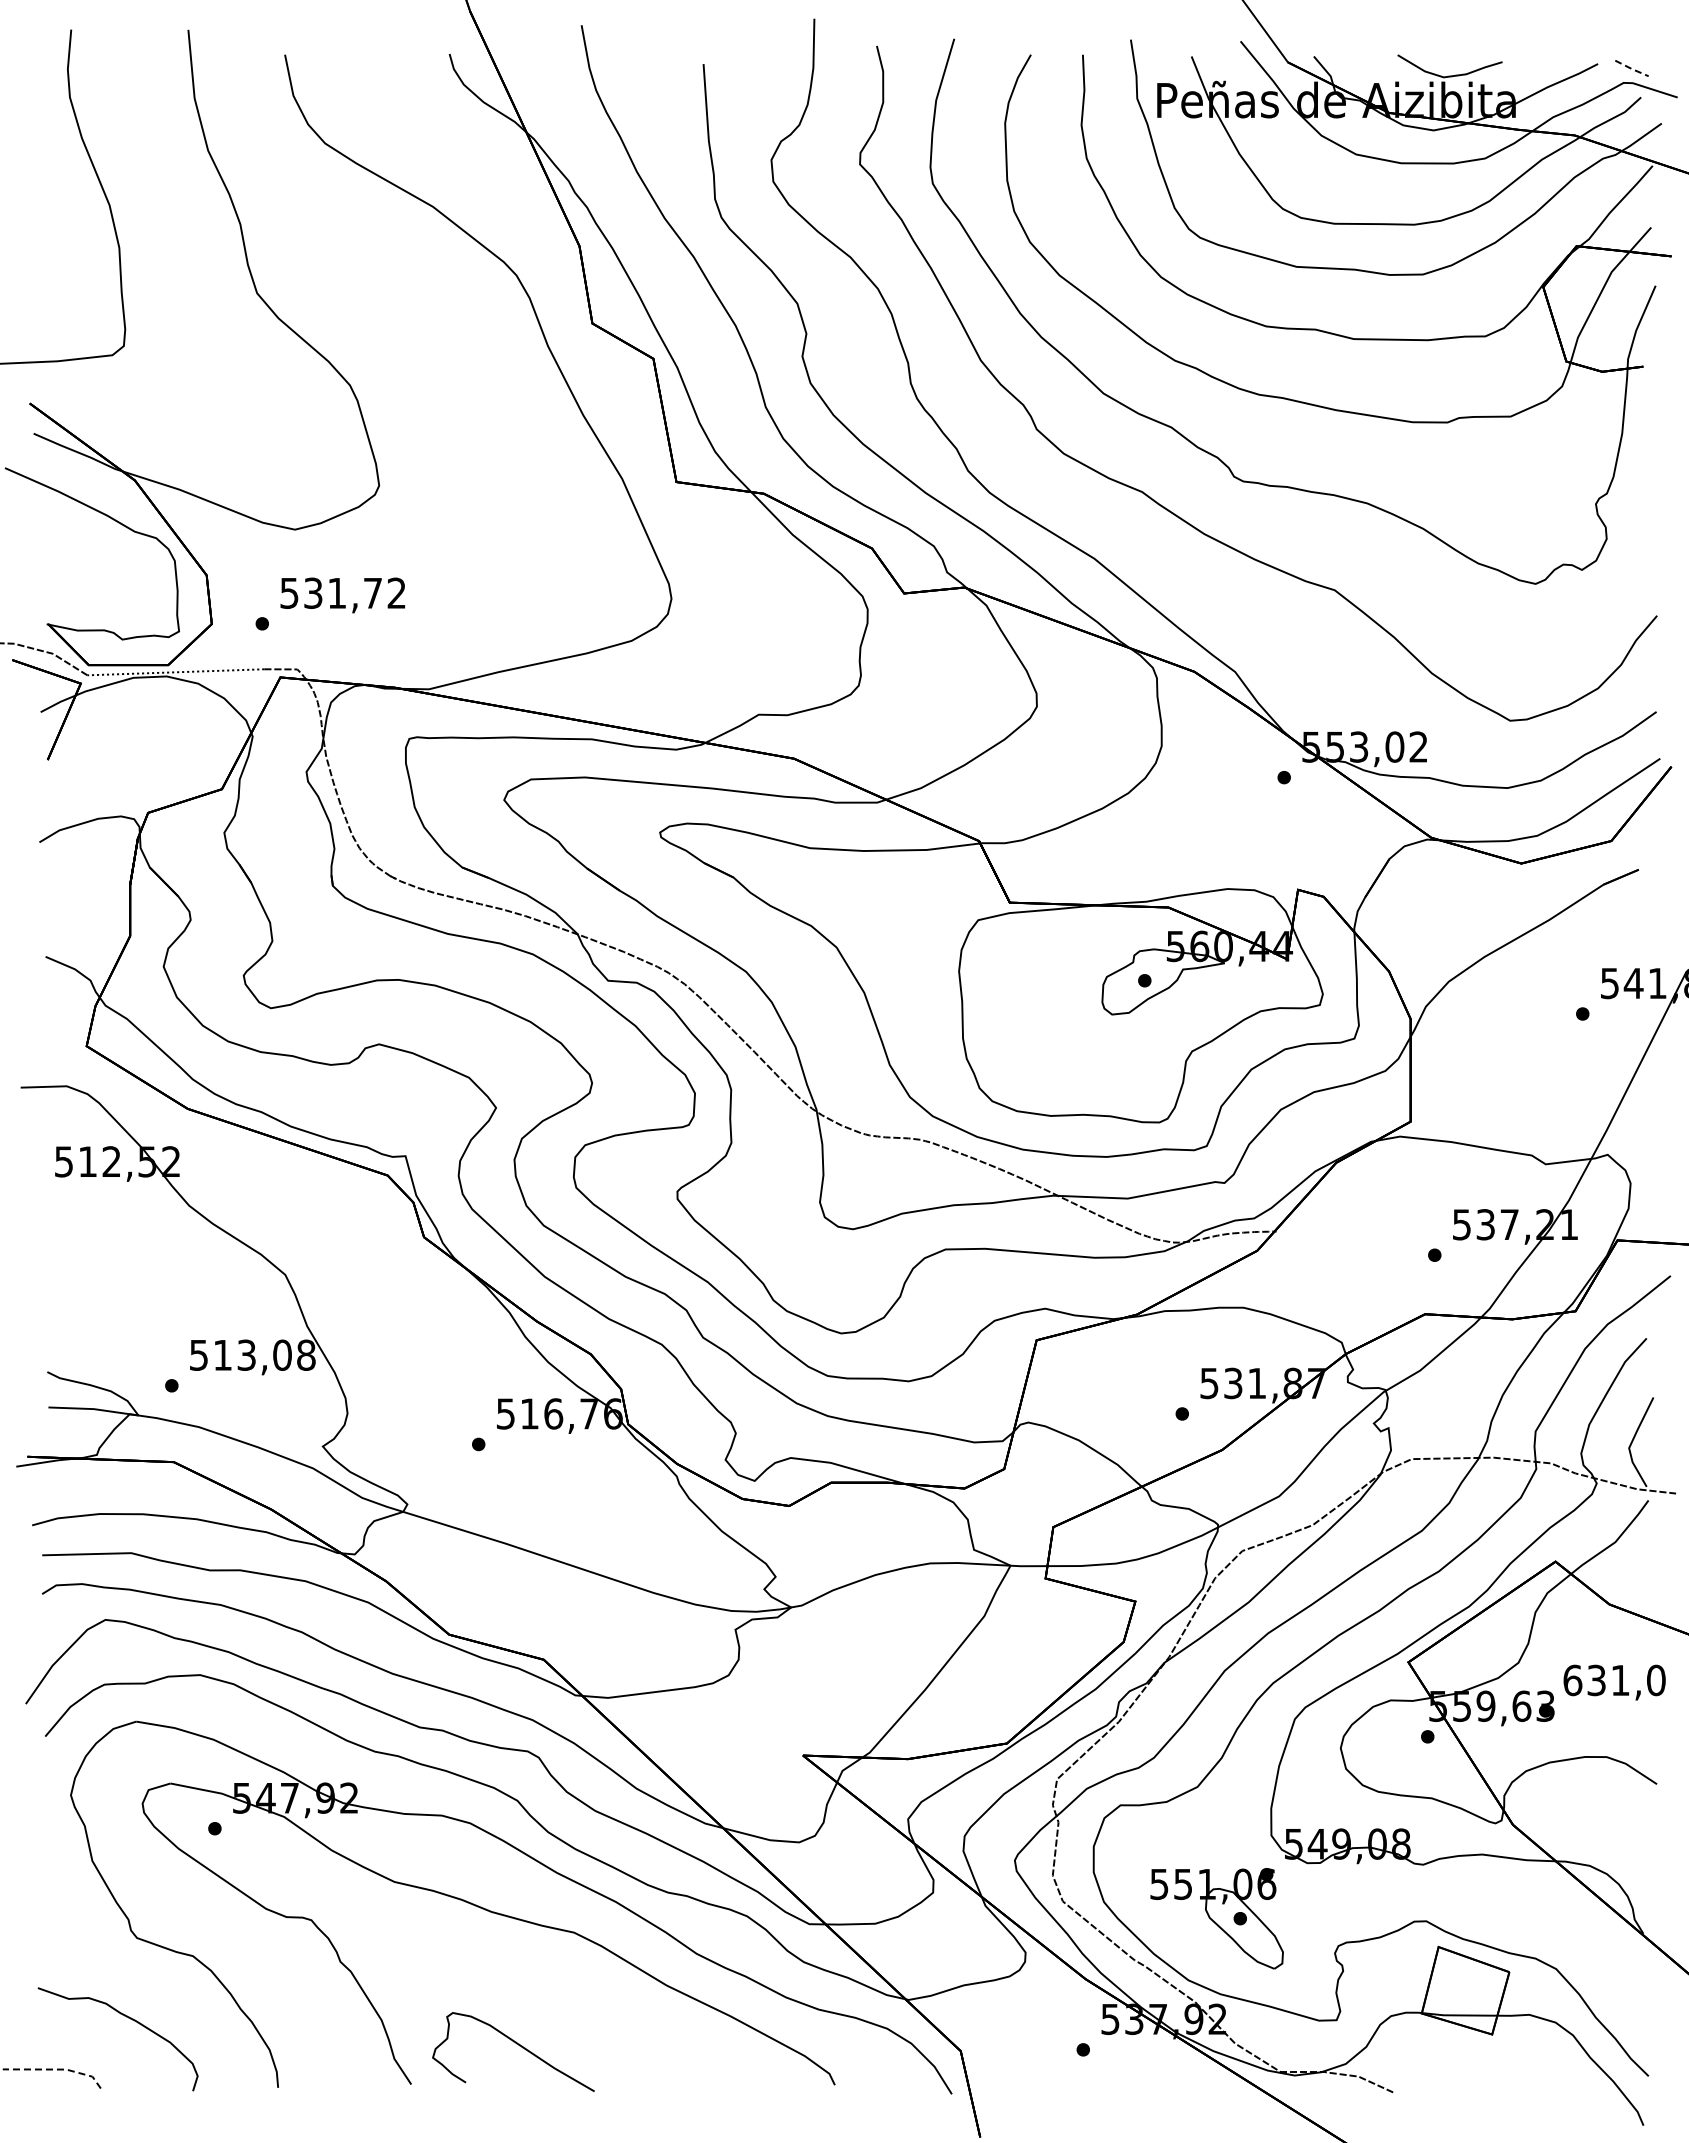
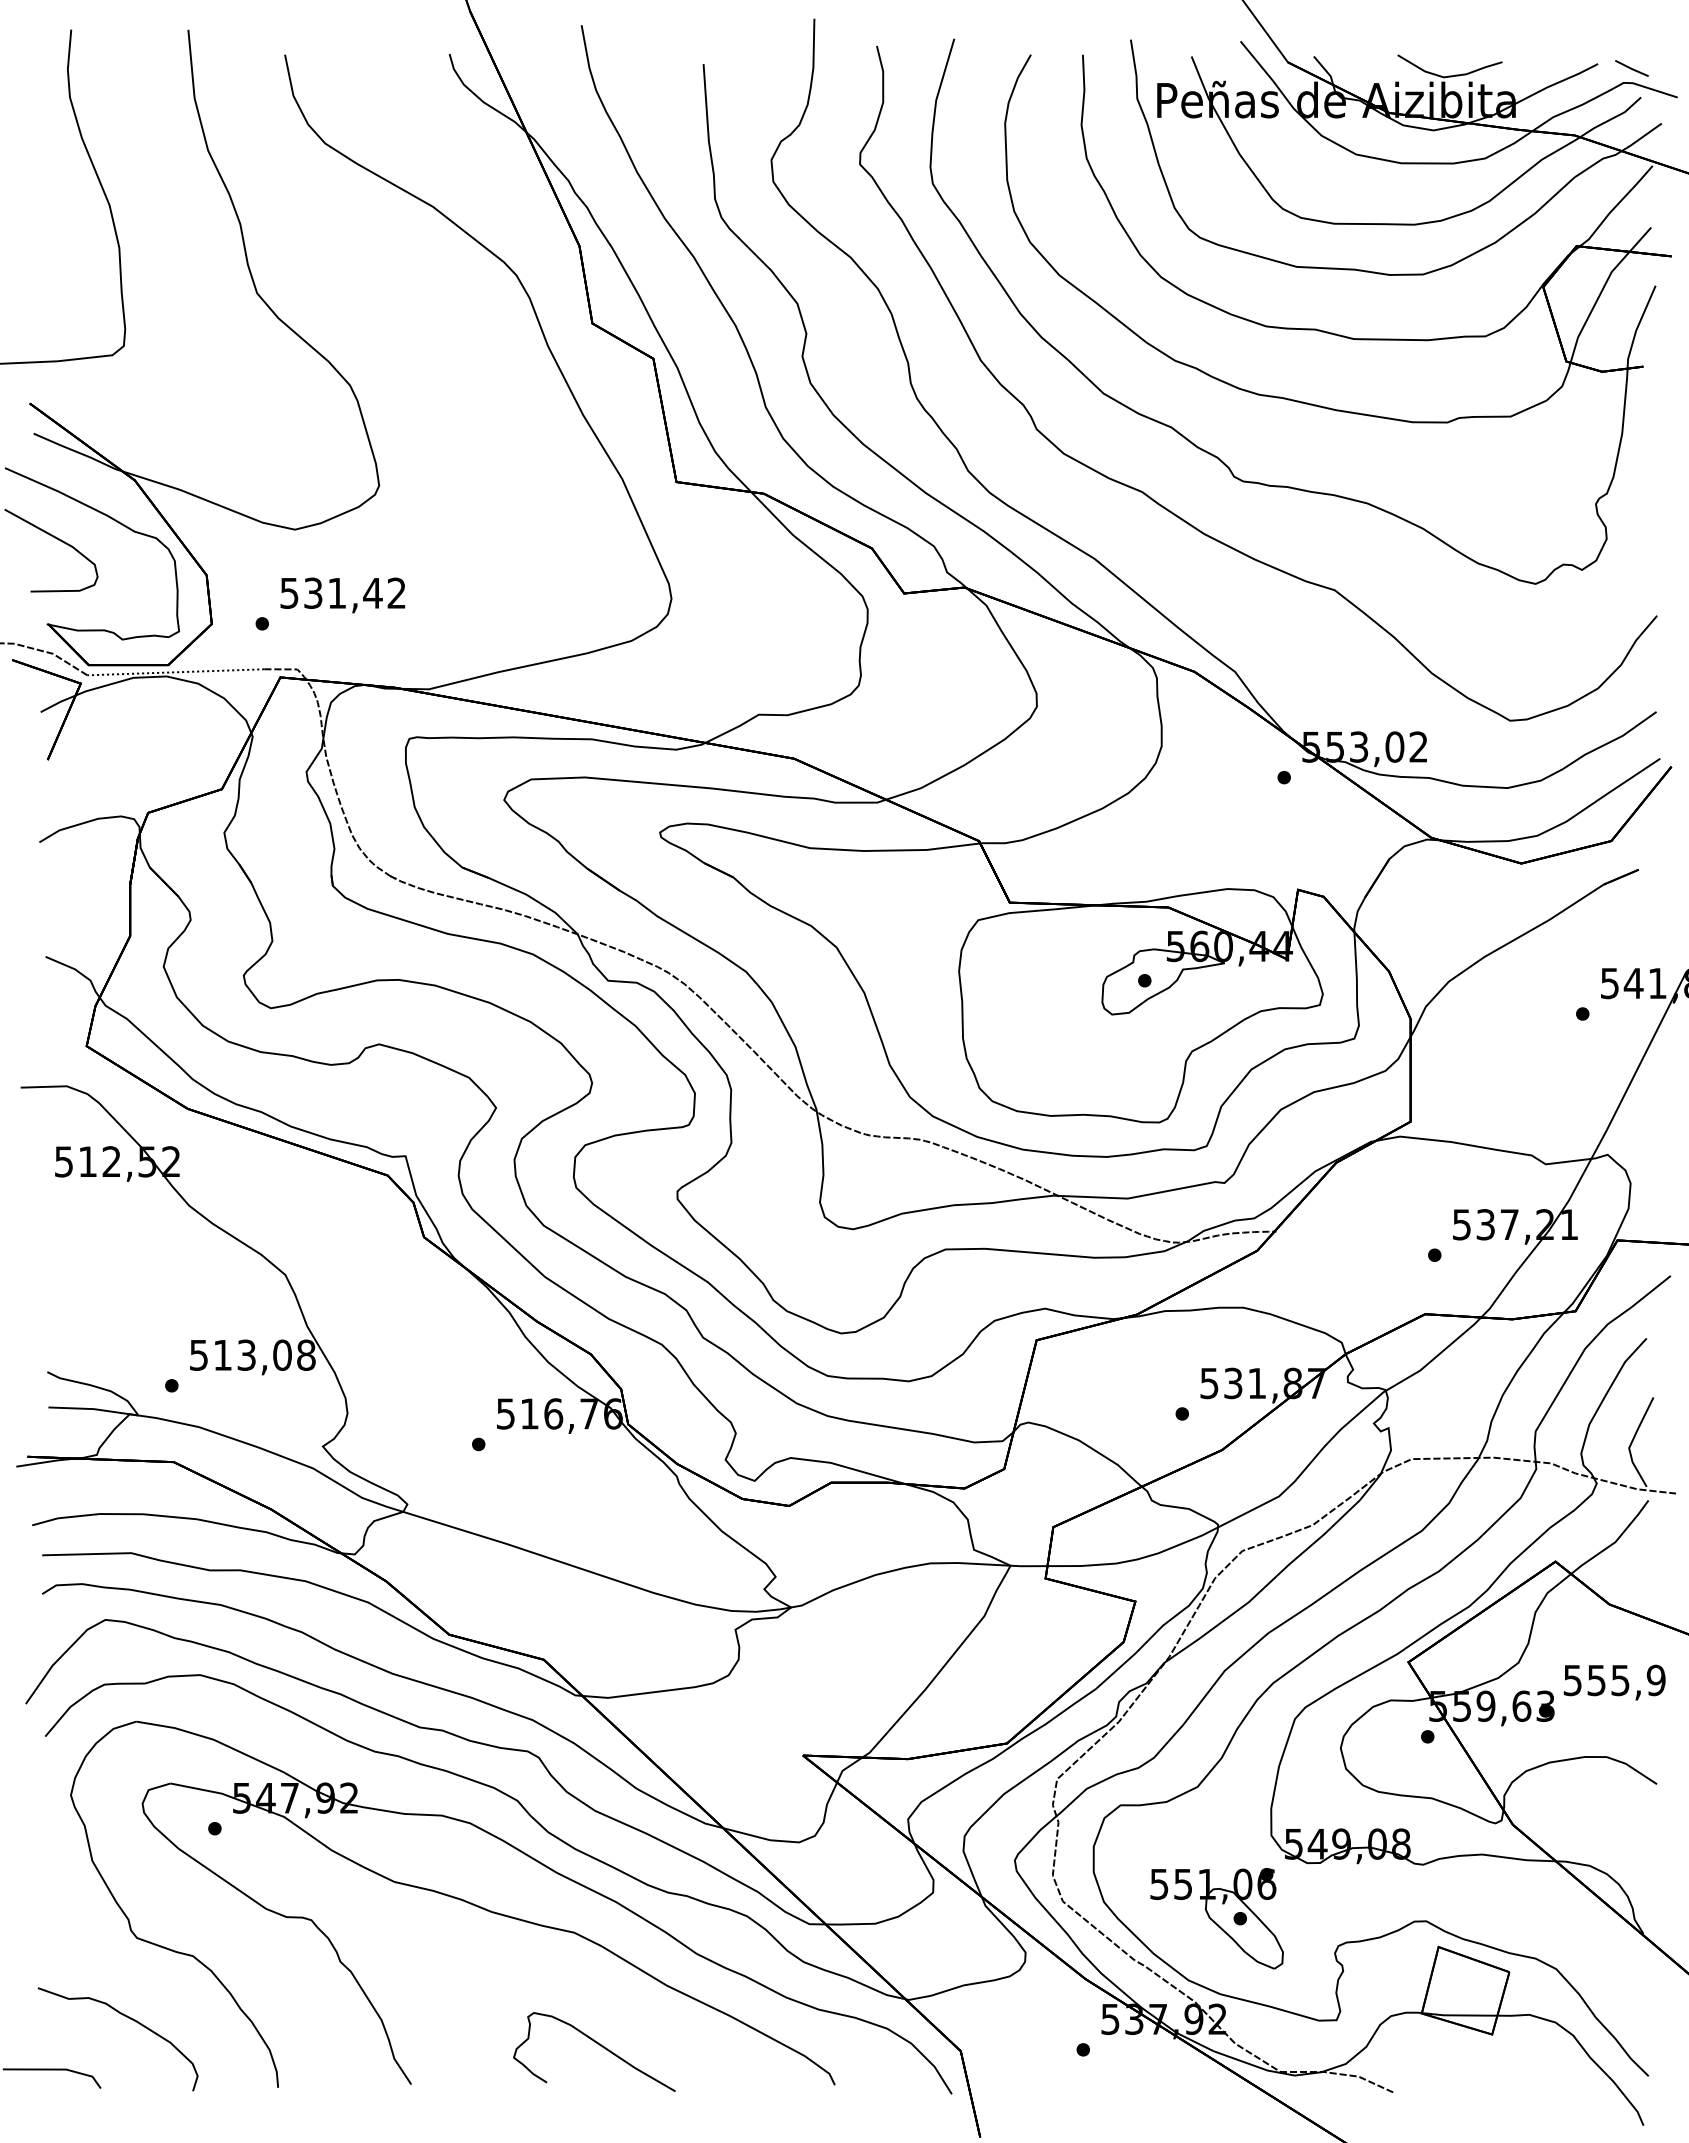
line at (1632, 69): dashed -> solid
curve at (56, 539): none -> present
text at (372, 593): 531,72 -> 531,42
text at (1614, 1680): 631,0 -> 555,9
curve at (516, 2044) position: (516, 2044) -> (597, 2044)
line at (56, 2069): dashed -> solid
